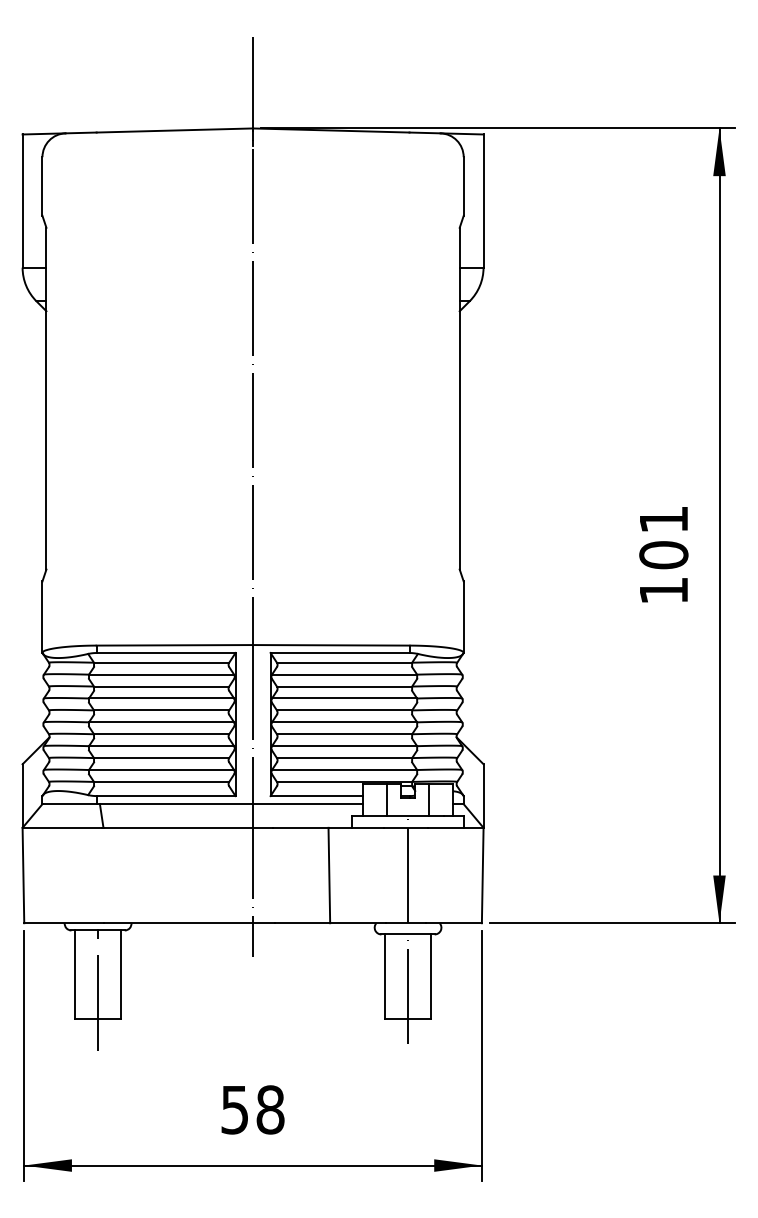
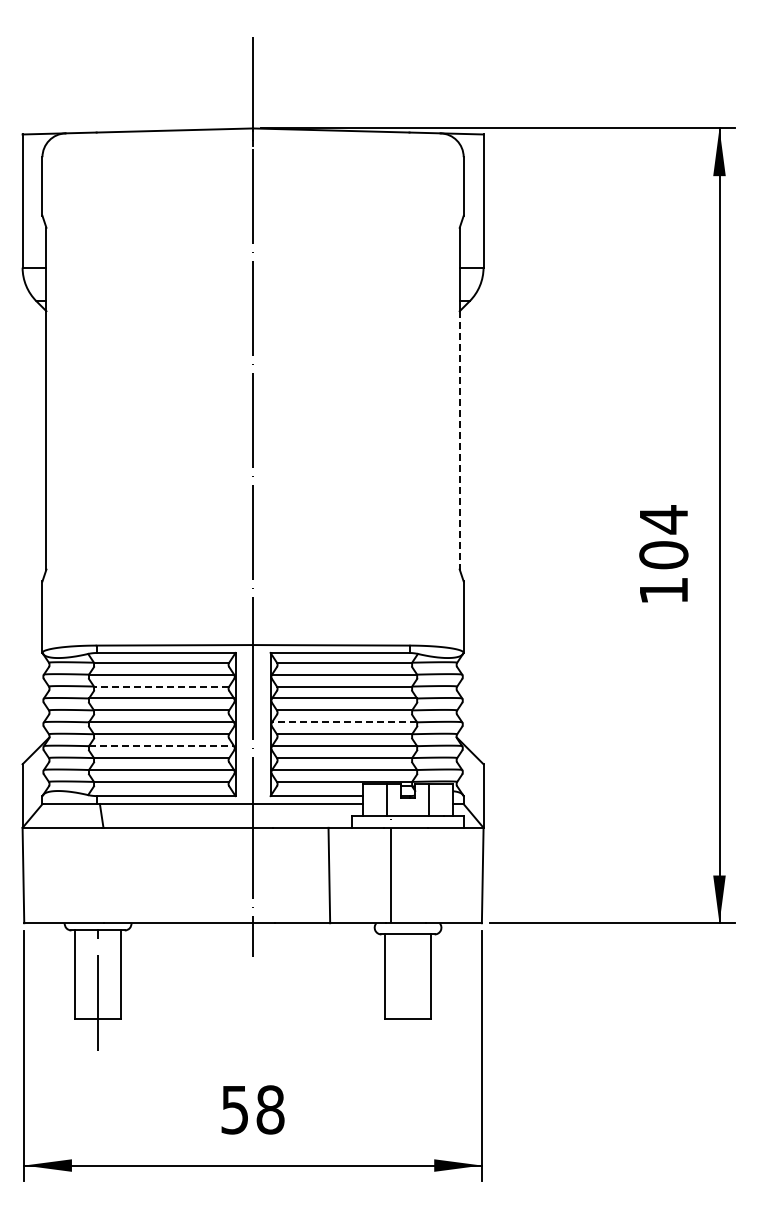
line at (459, 440): solid -> dashed
text at (663, 519): 101 -> 104
line at (161, 686): solid -> dashed
line at (344, 722): solid -> dashed
line at (161, 746): solid -> dashed
line at (408, 869) position: (408, 869) -> (391, 869)
line at (408, 988): present -> none
